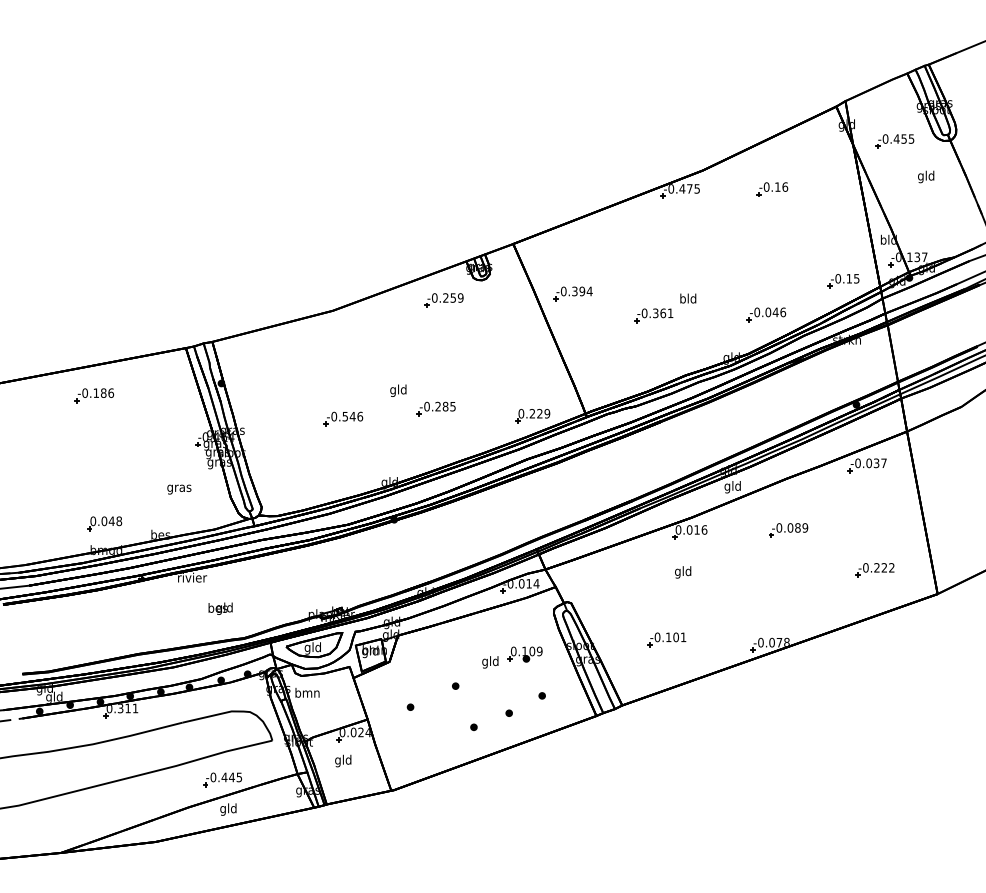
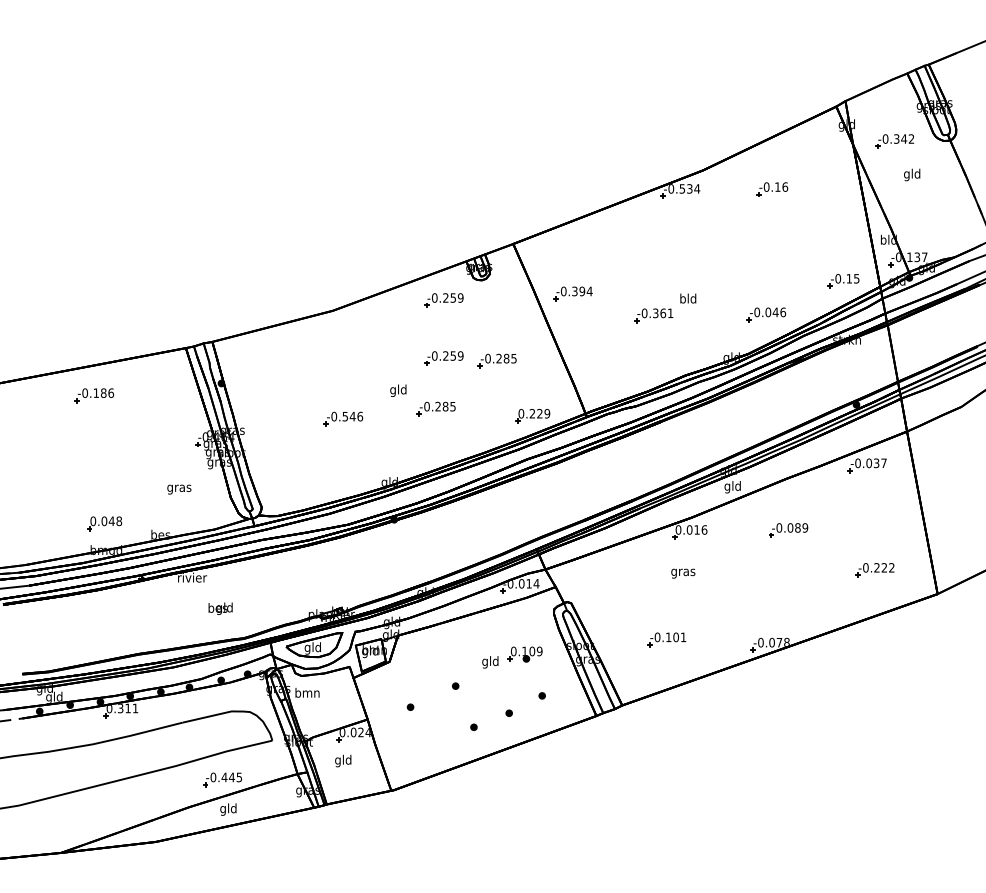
text at (903, 138): -0.455 -> -0.342
text at (926, 176) position: (926, 176) -> (912, 174)
text at (689, 188): -0.475 -> -0.534
part at (443, 358): none -> present
part at (496, 360): none -> present
text at (683, 572): gld -> gras
